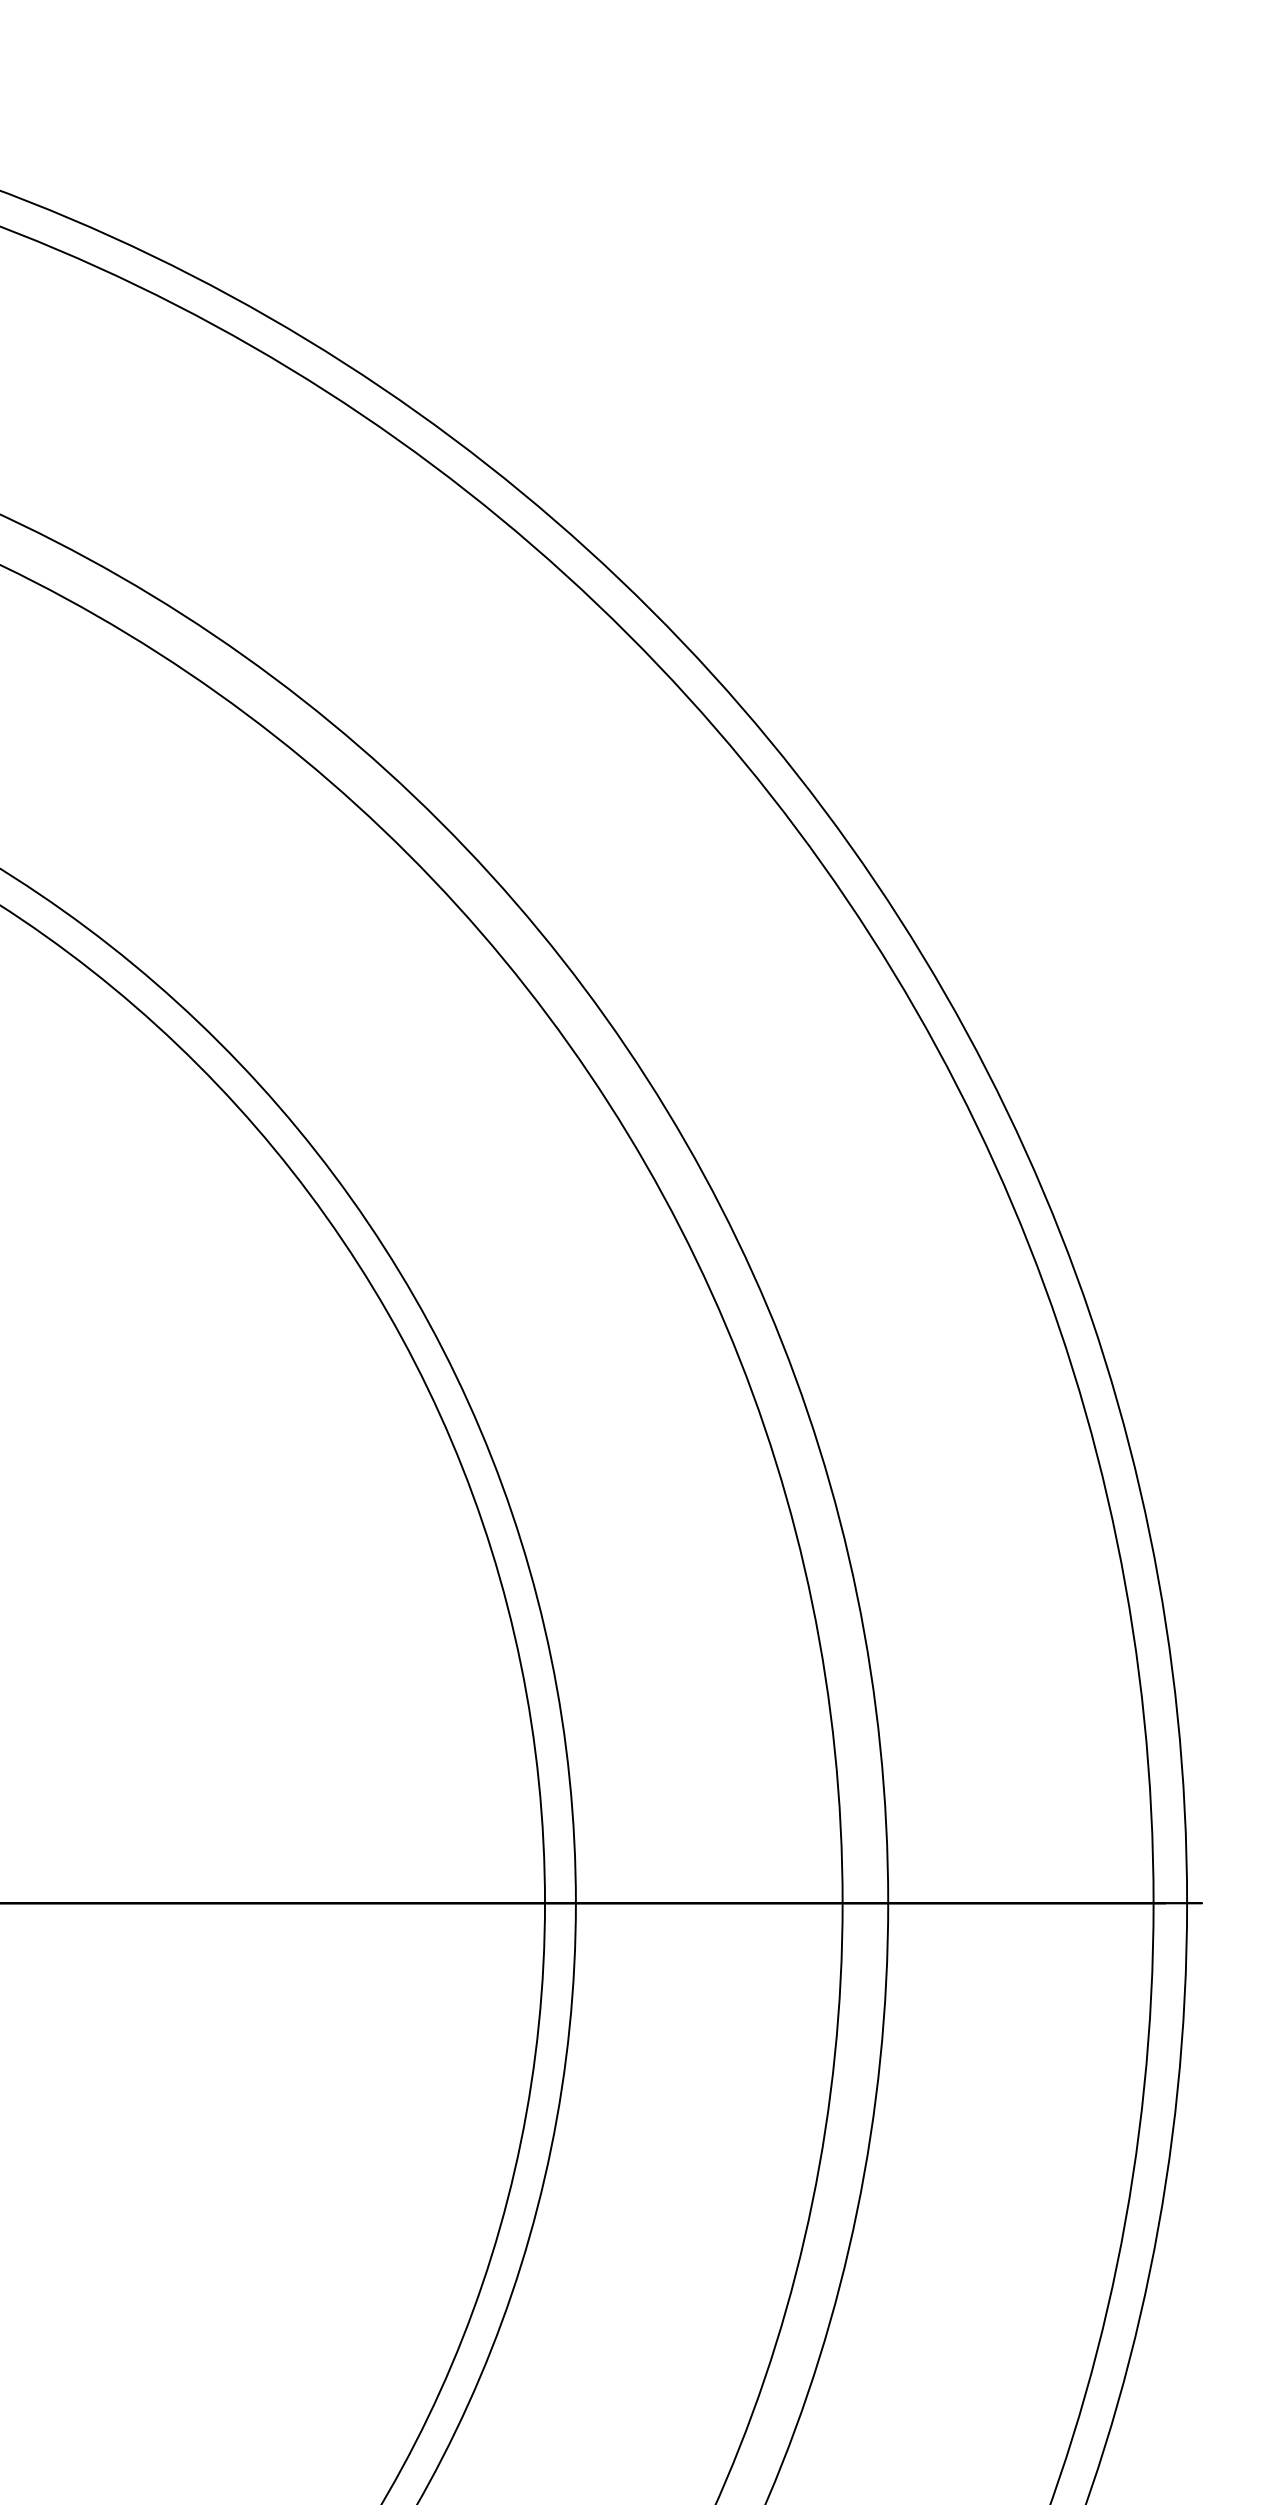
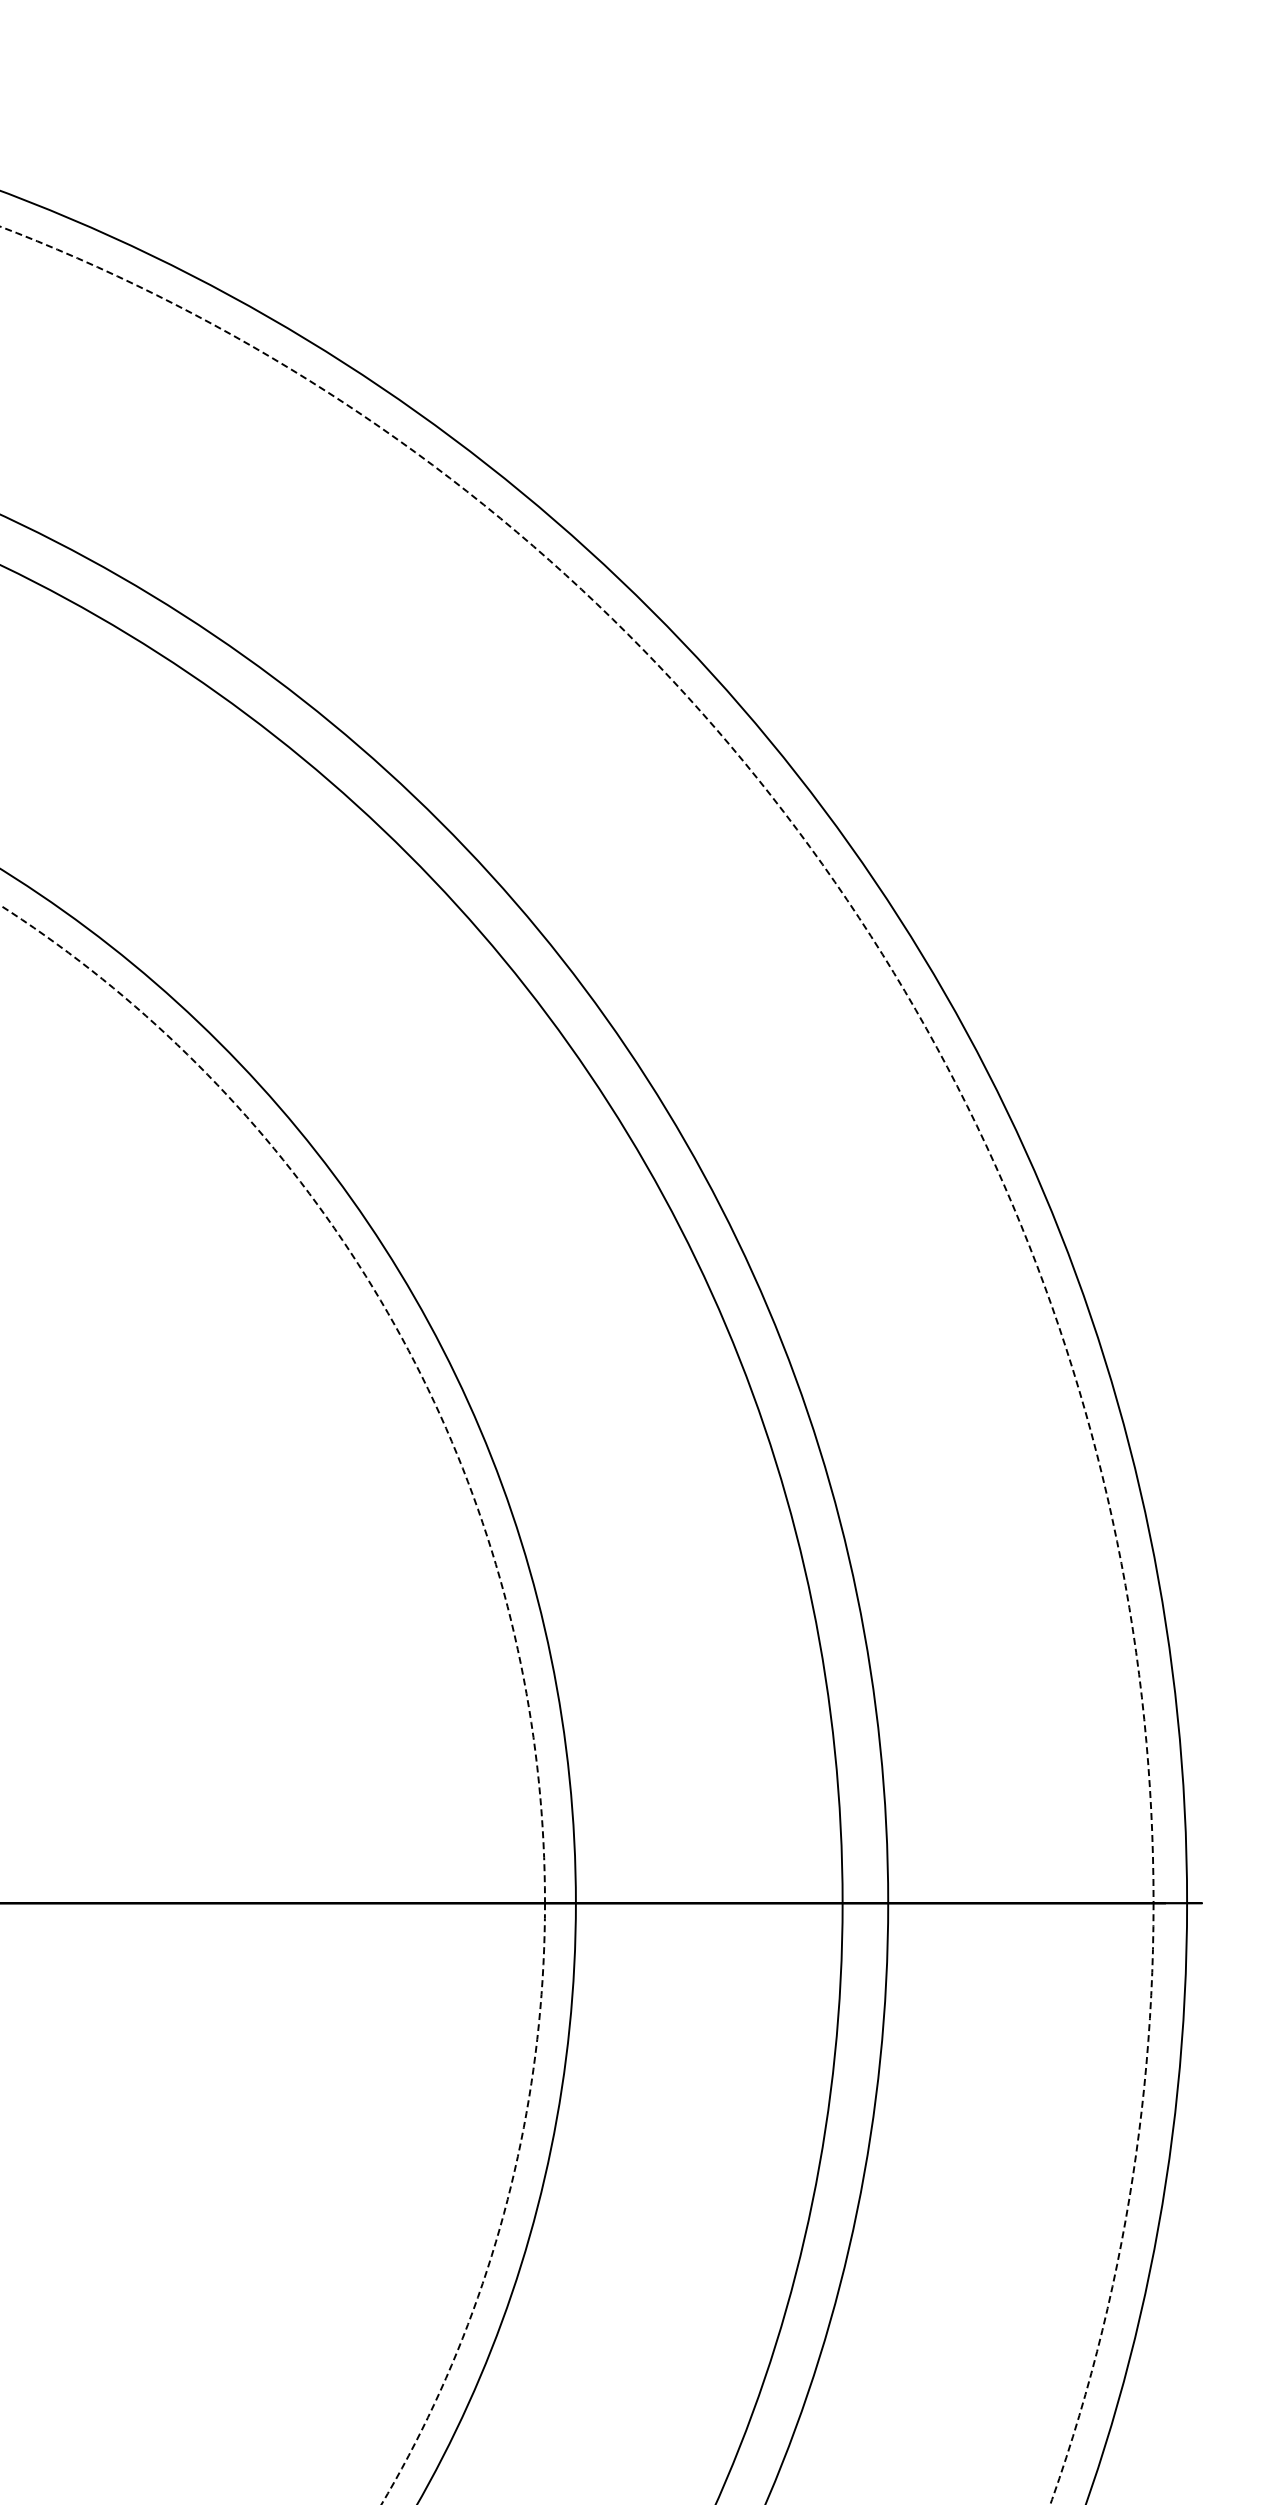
circle at (576, 1365): solid -> dashed
circle at (272, 1704): solid -> dashed
